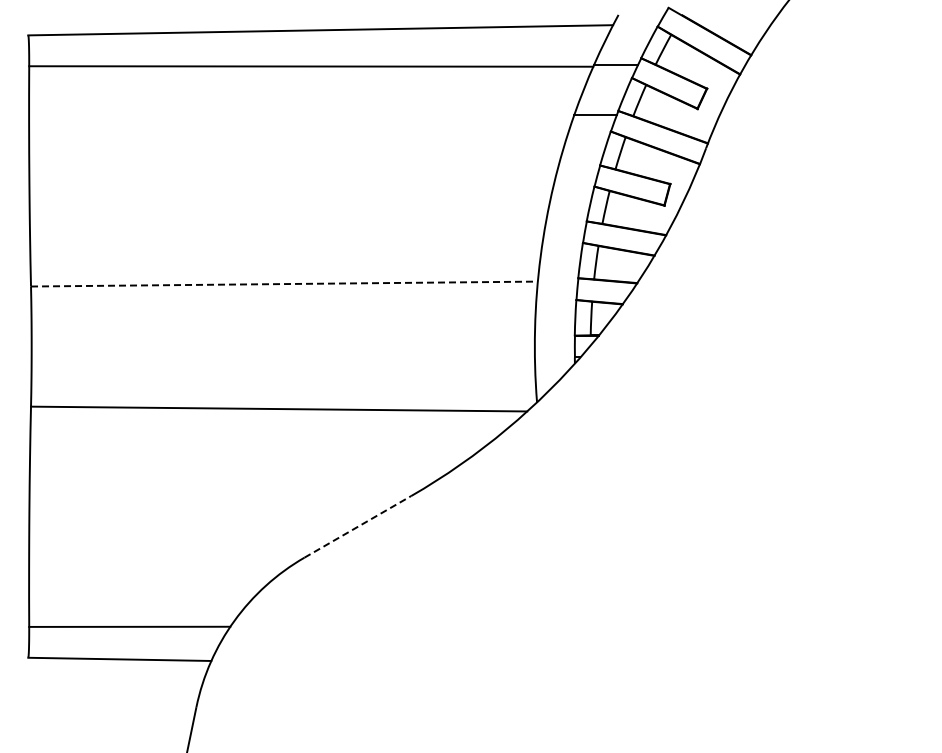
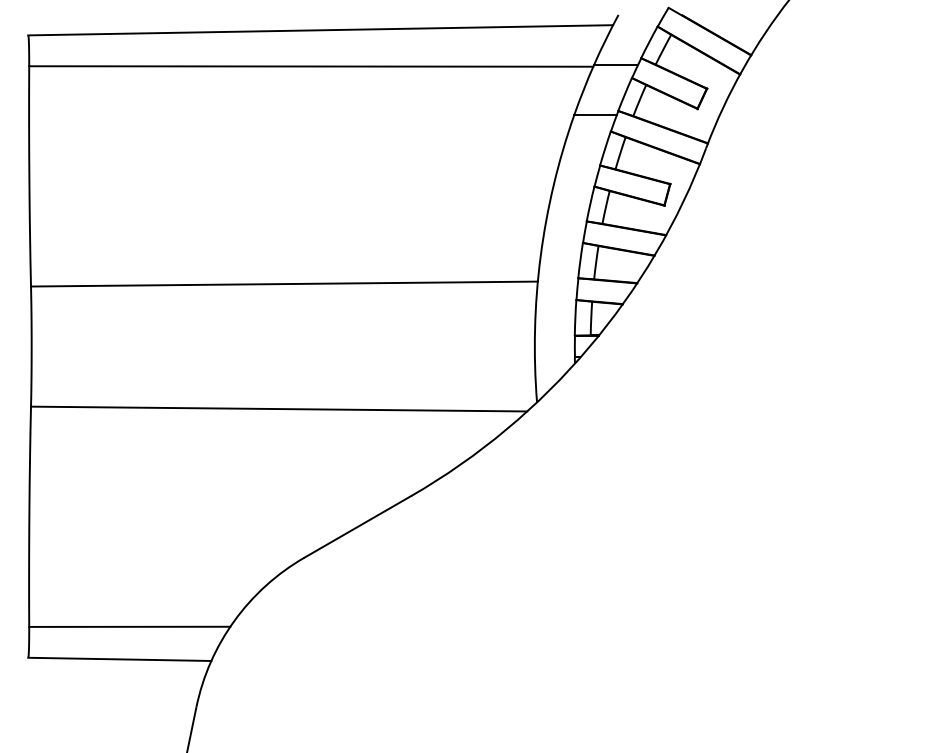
line at (284, 284): dashed -> solid
line at (357, 526): dashed -> solid
